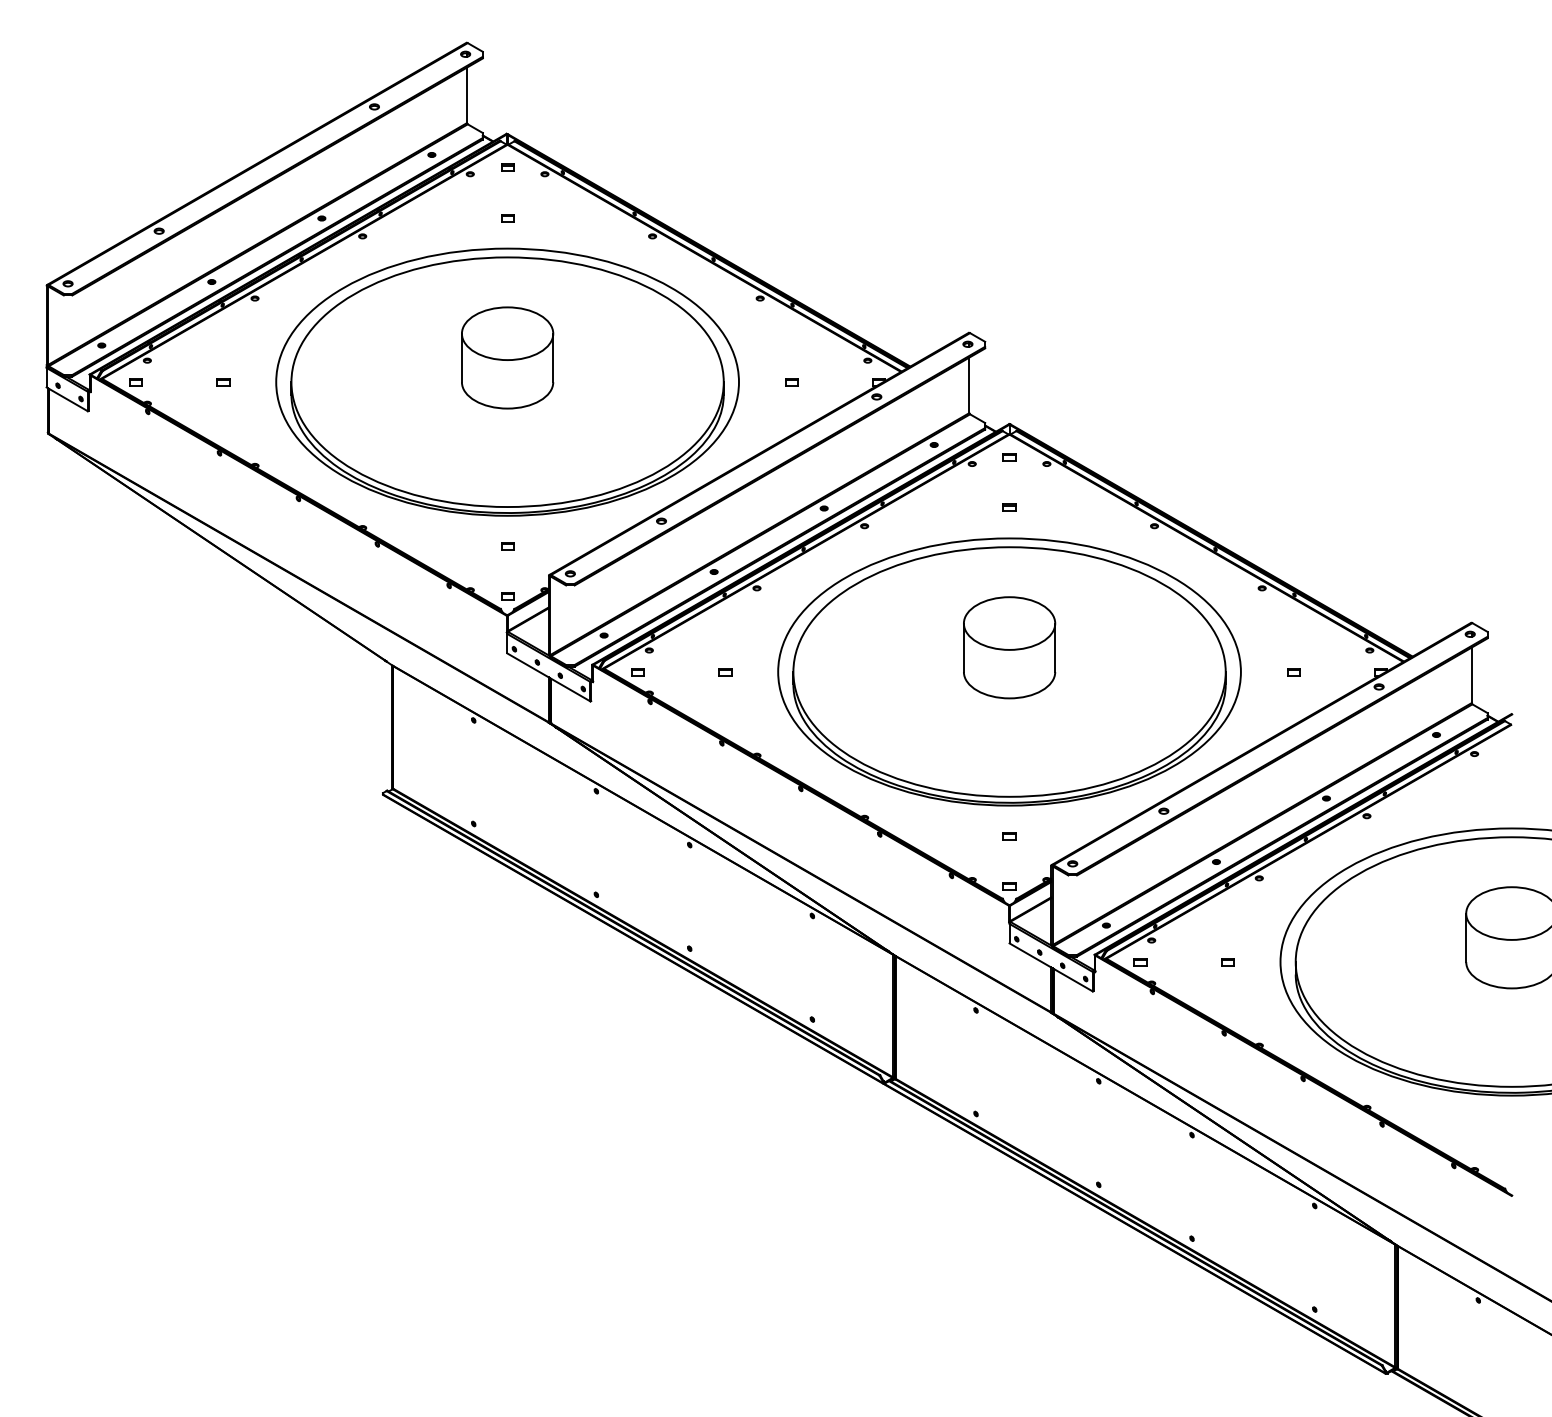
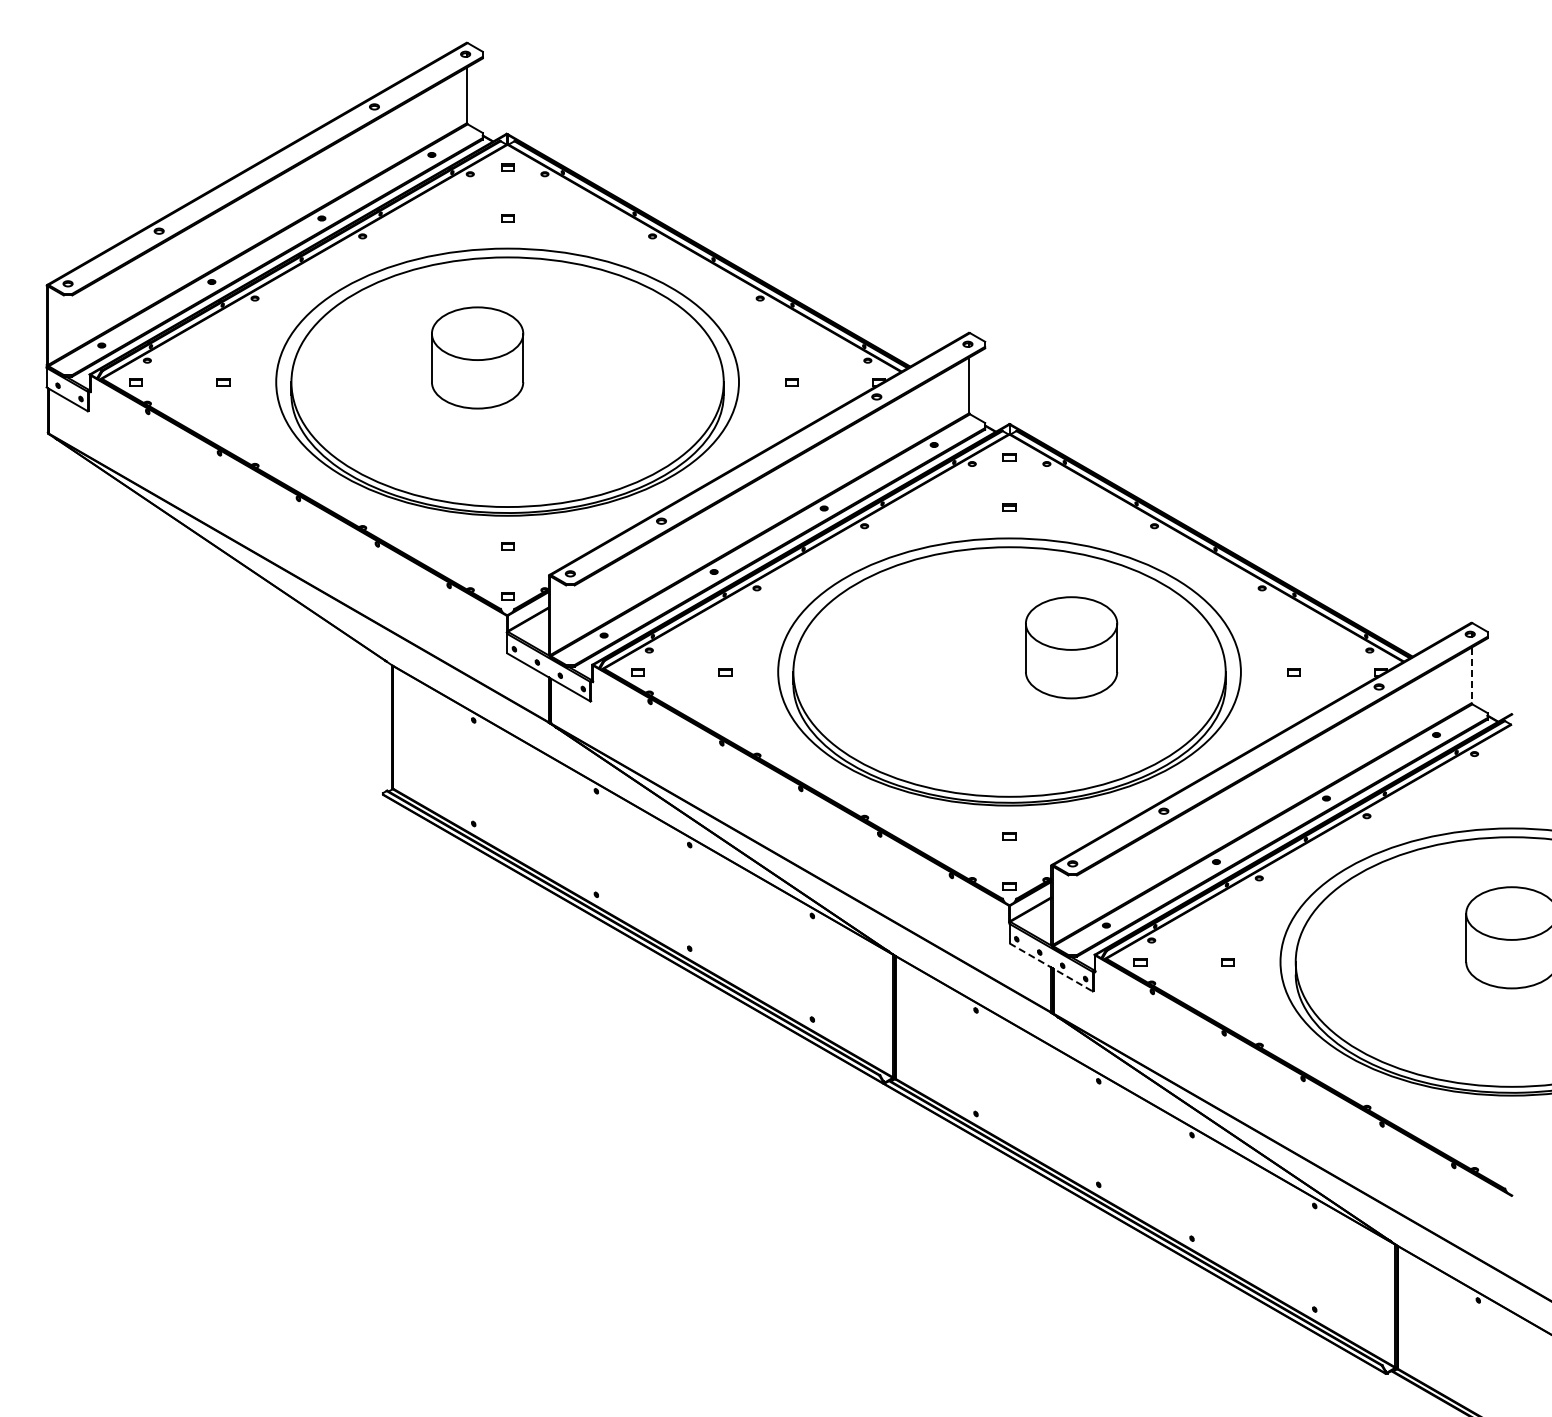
part at (507, 357) position: (507, 357) -> (477, 357)
part at (1009, 647) position: (1009, 647) -> (1071, 647)
line at (1471, 675): solid -> dashed
line at (1051, 967): solid -> dashed
